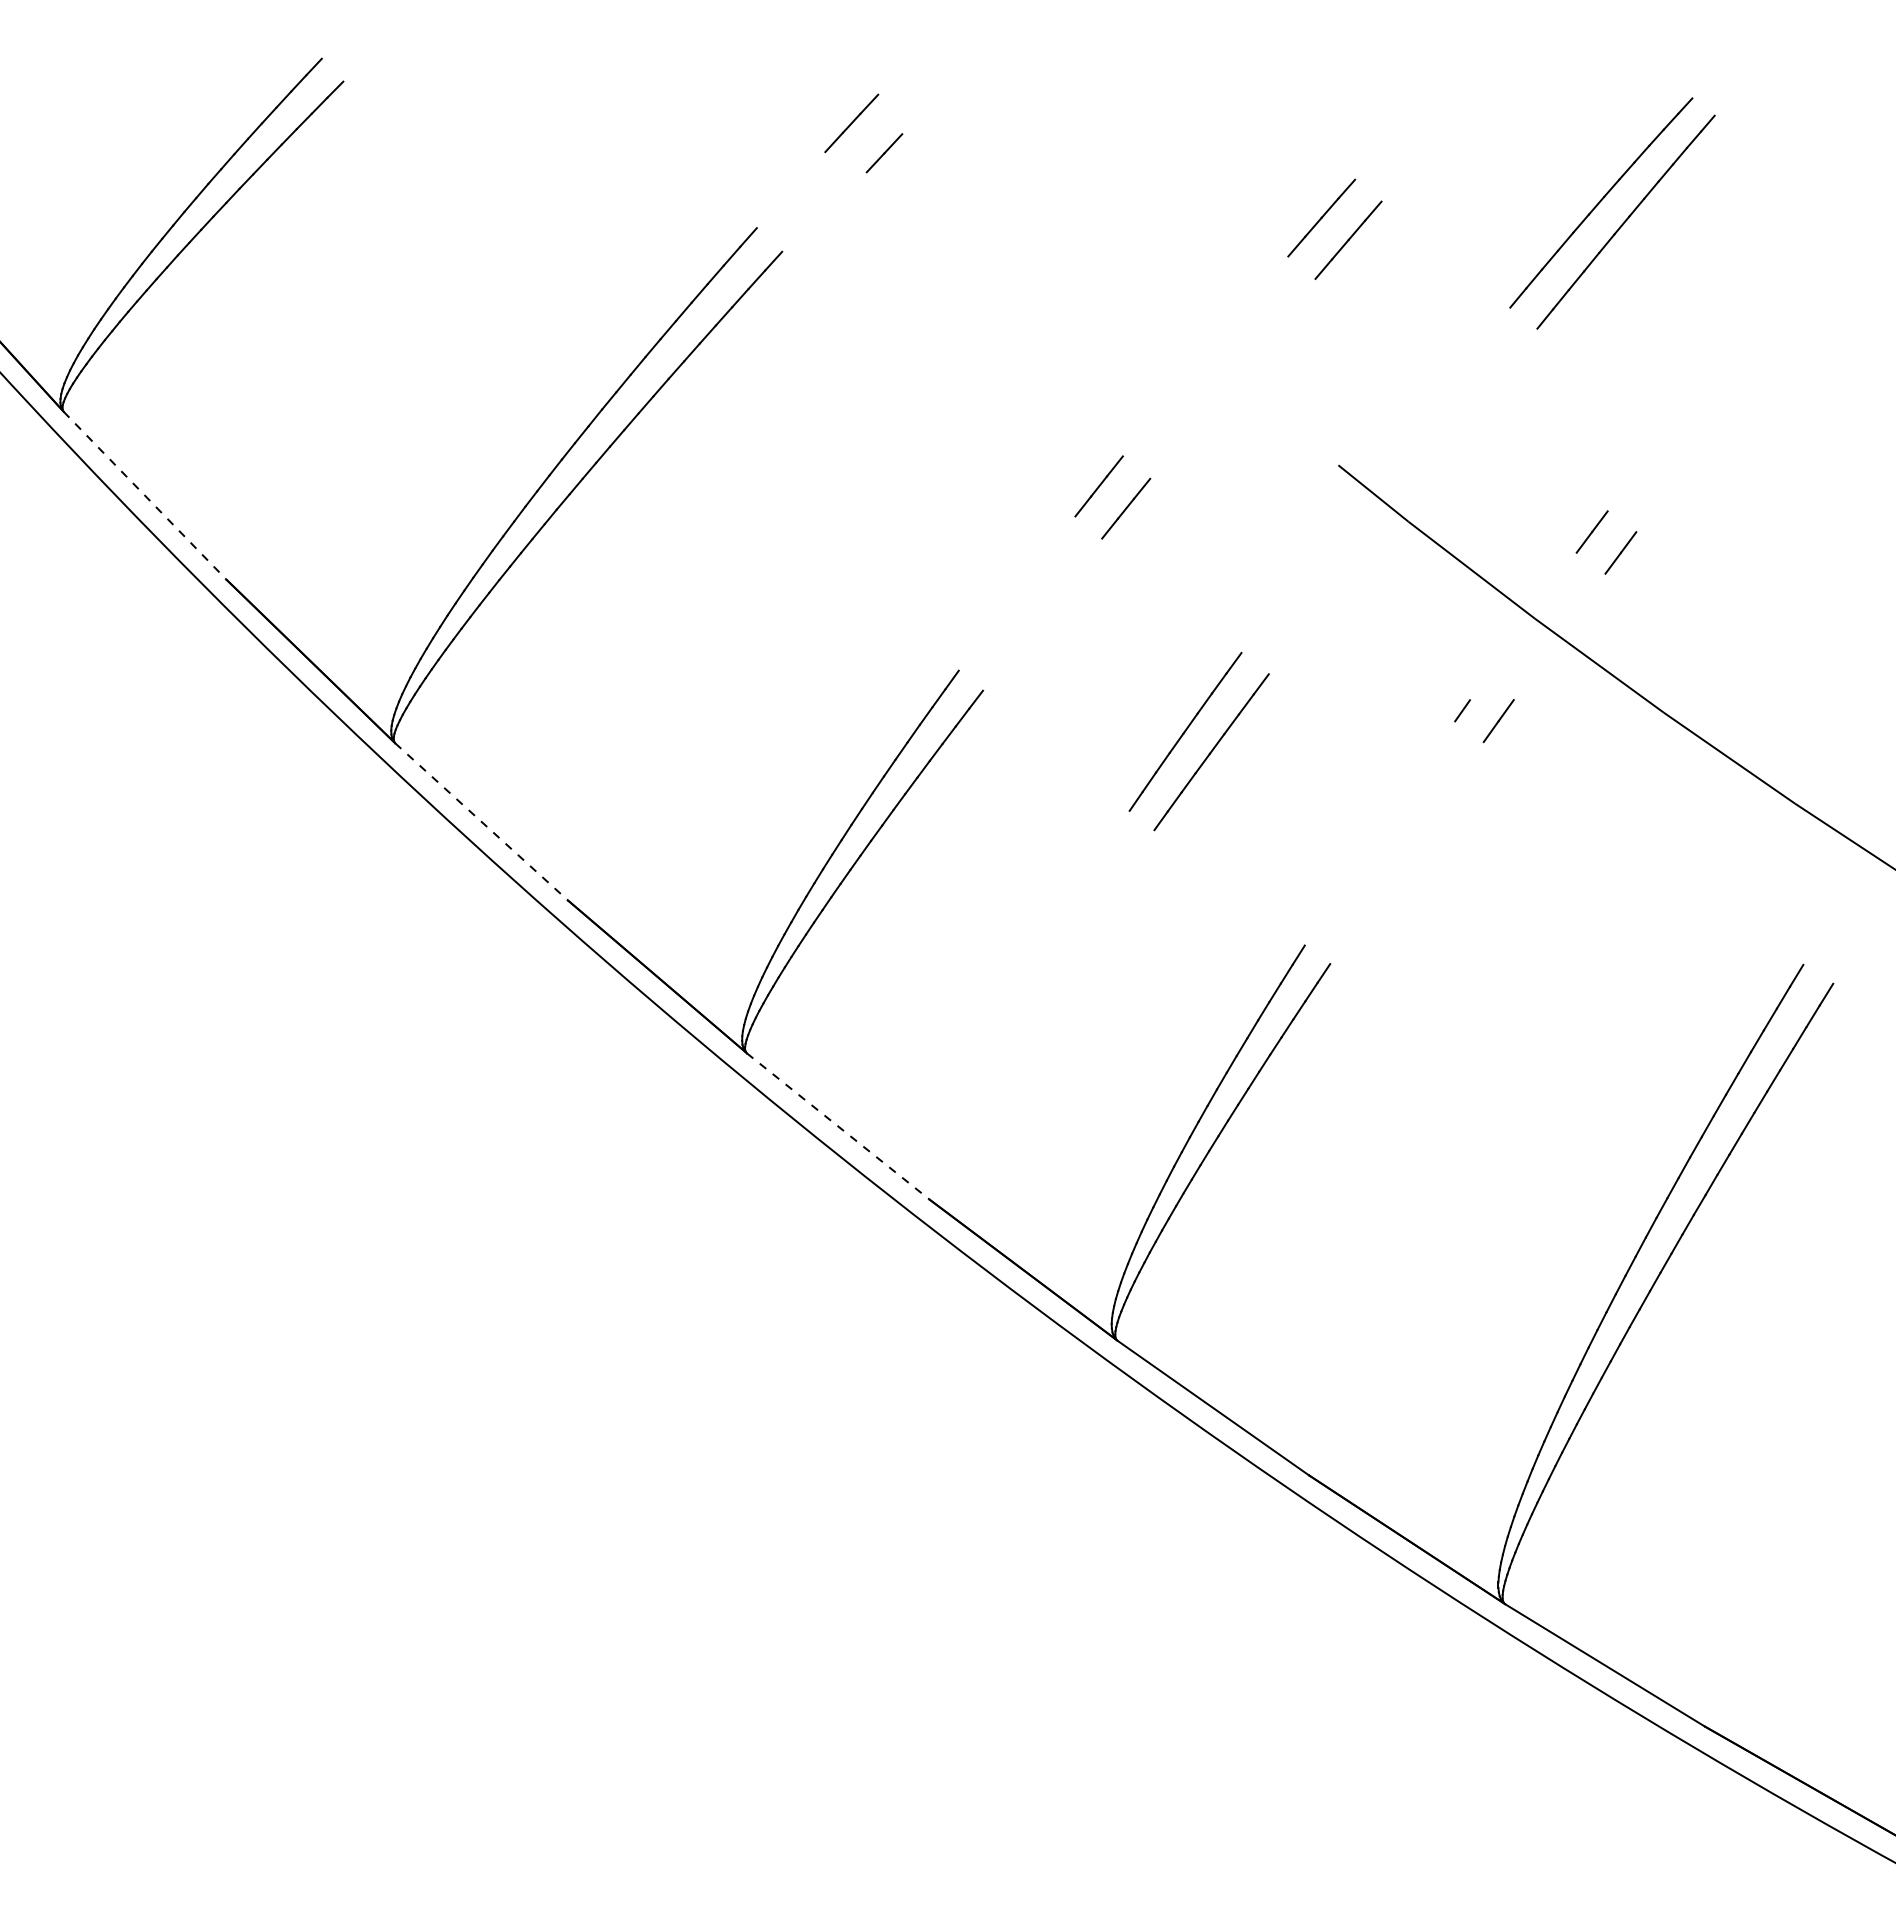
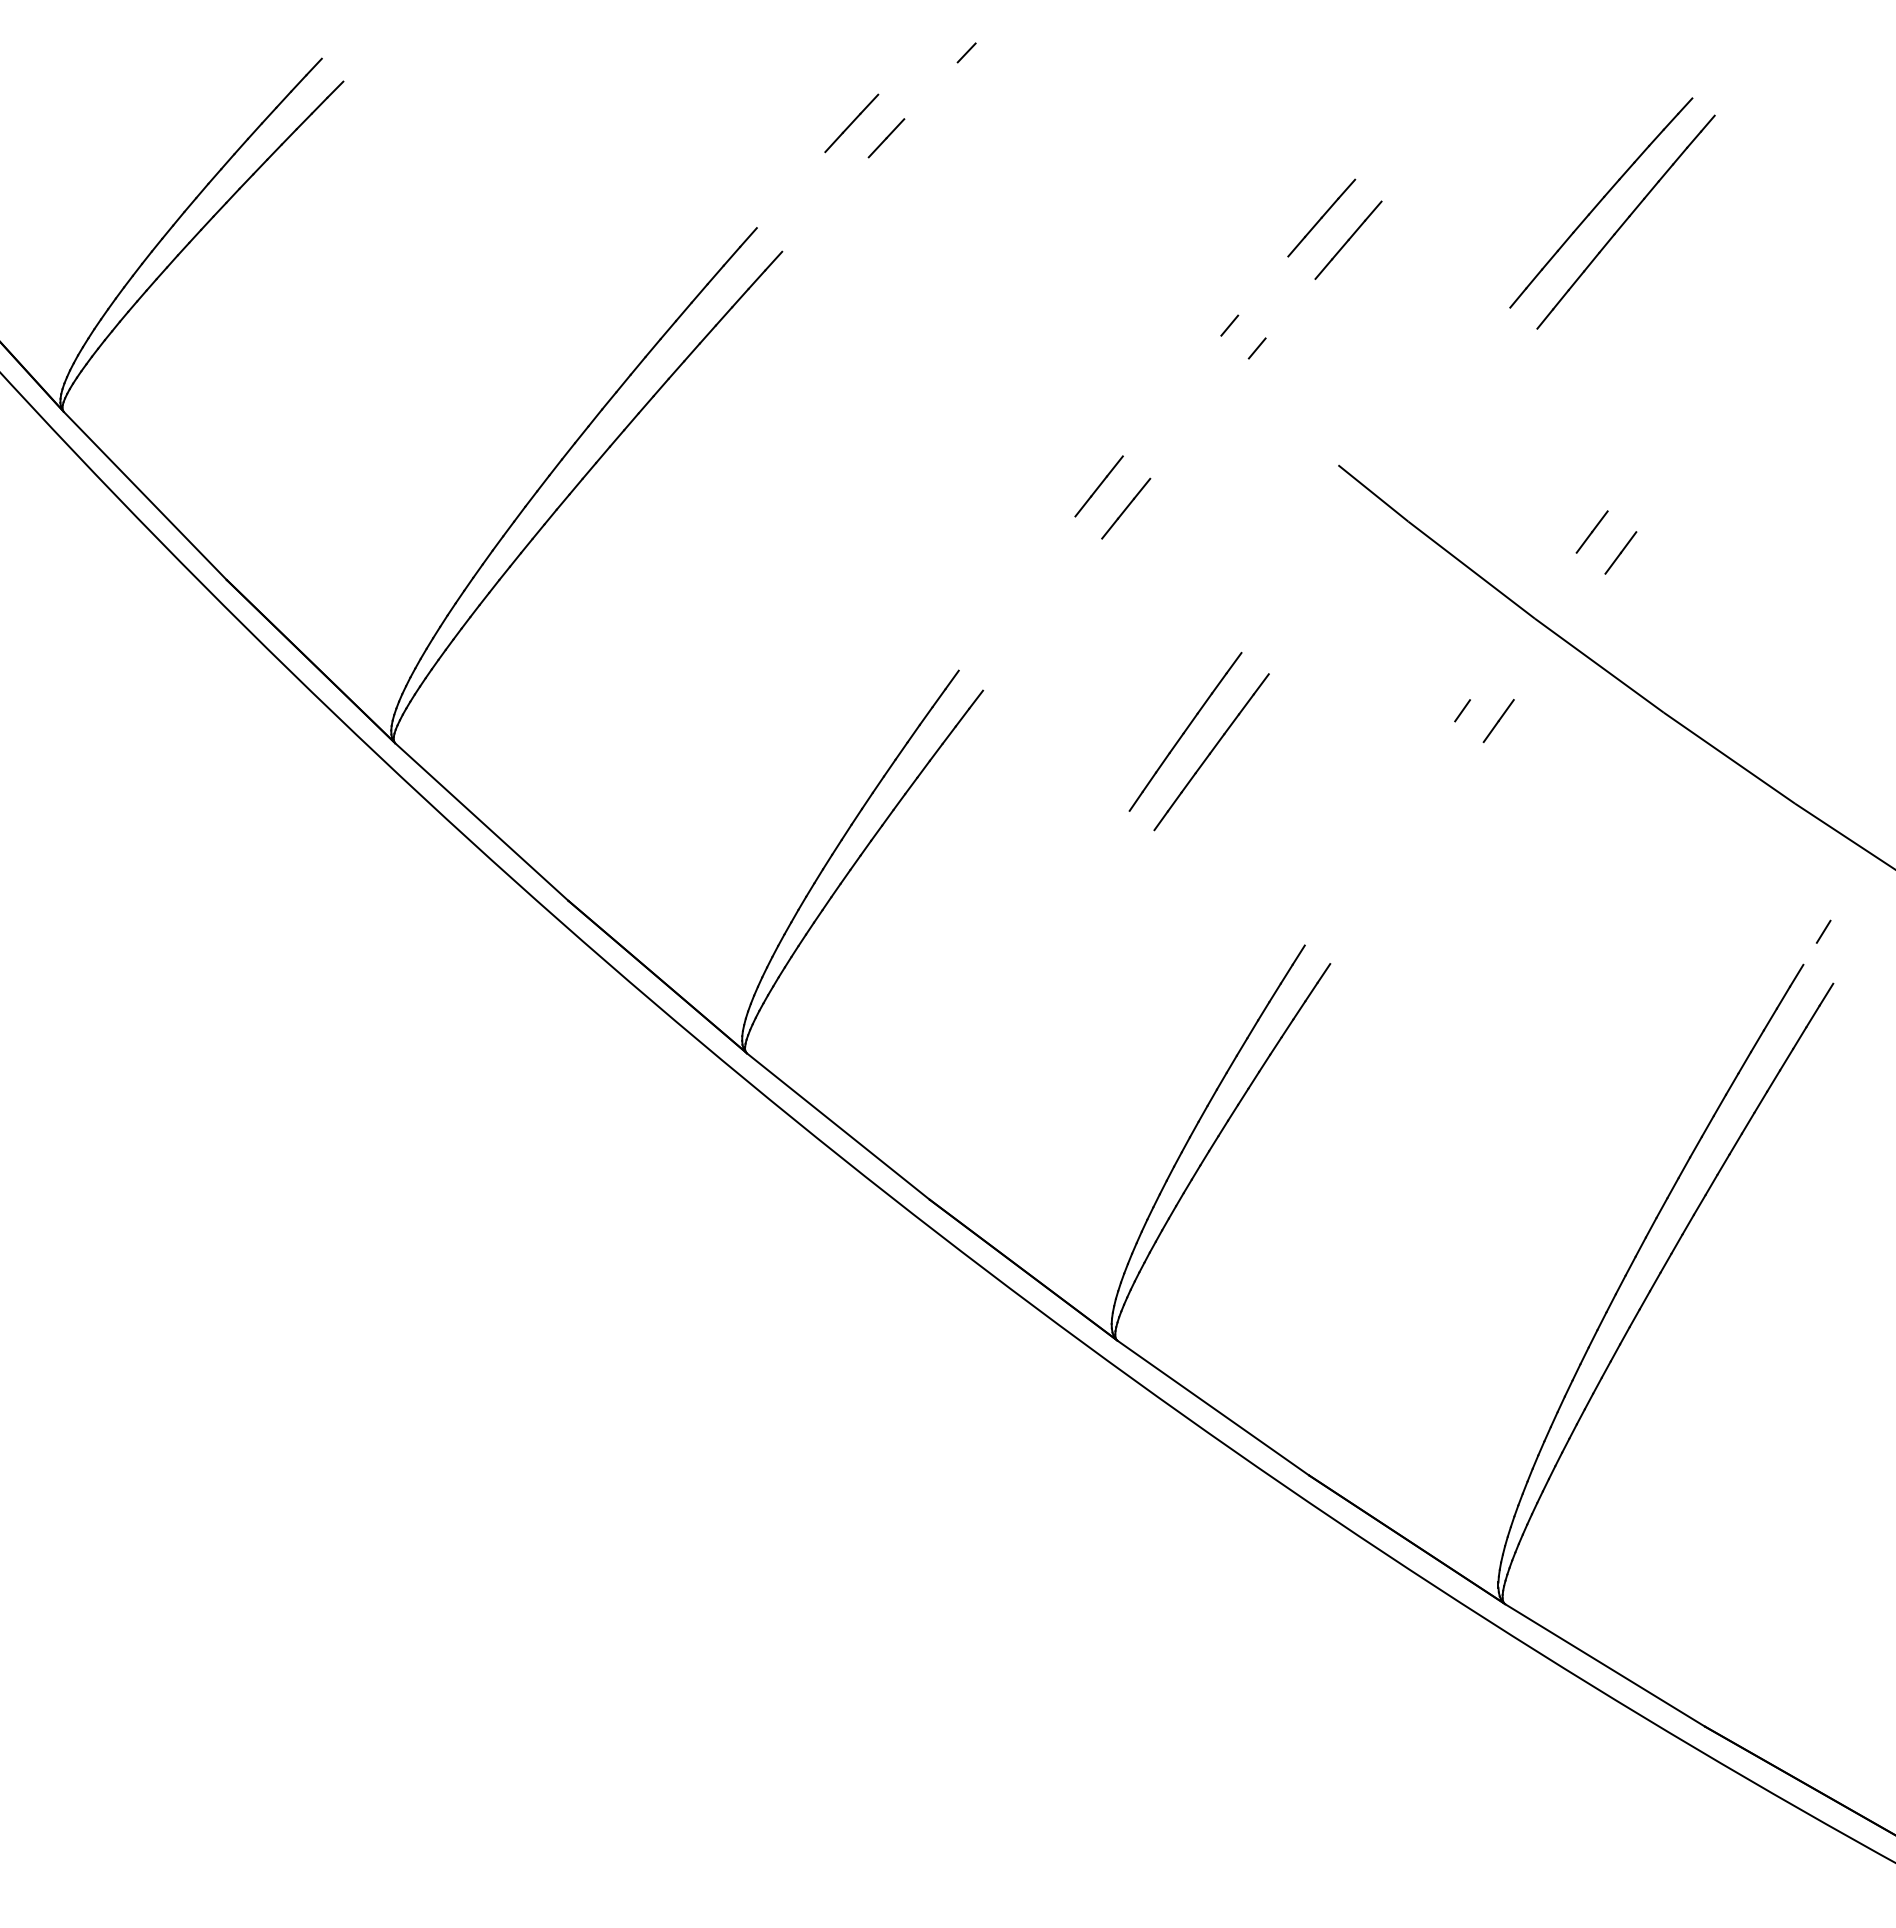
line at (966, 52): none -> present
line at (884, 153) position: (884, 153) -> (886, 138)
line at (1229, 325): none -> present
line at (1256, 348): none -> present
line at (145, 496): dashed -> solid
line at (482, 822): dashed -> solid
line at (1823, 931): none -> present
line at (838, 1126): dashed -> solid
